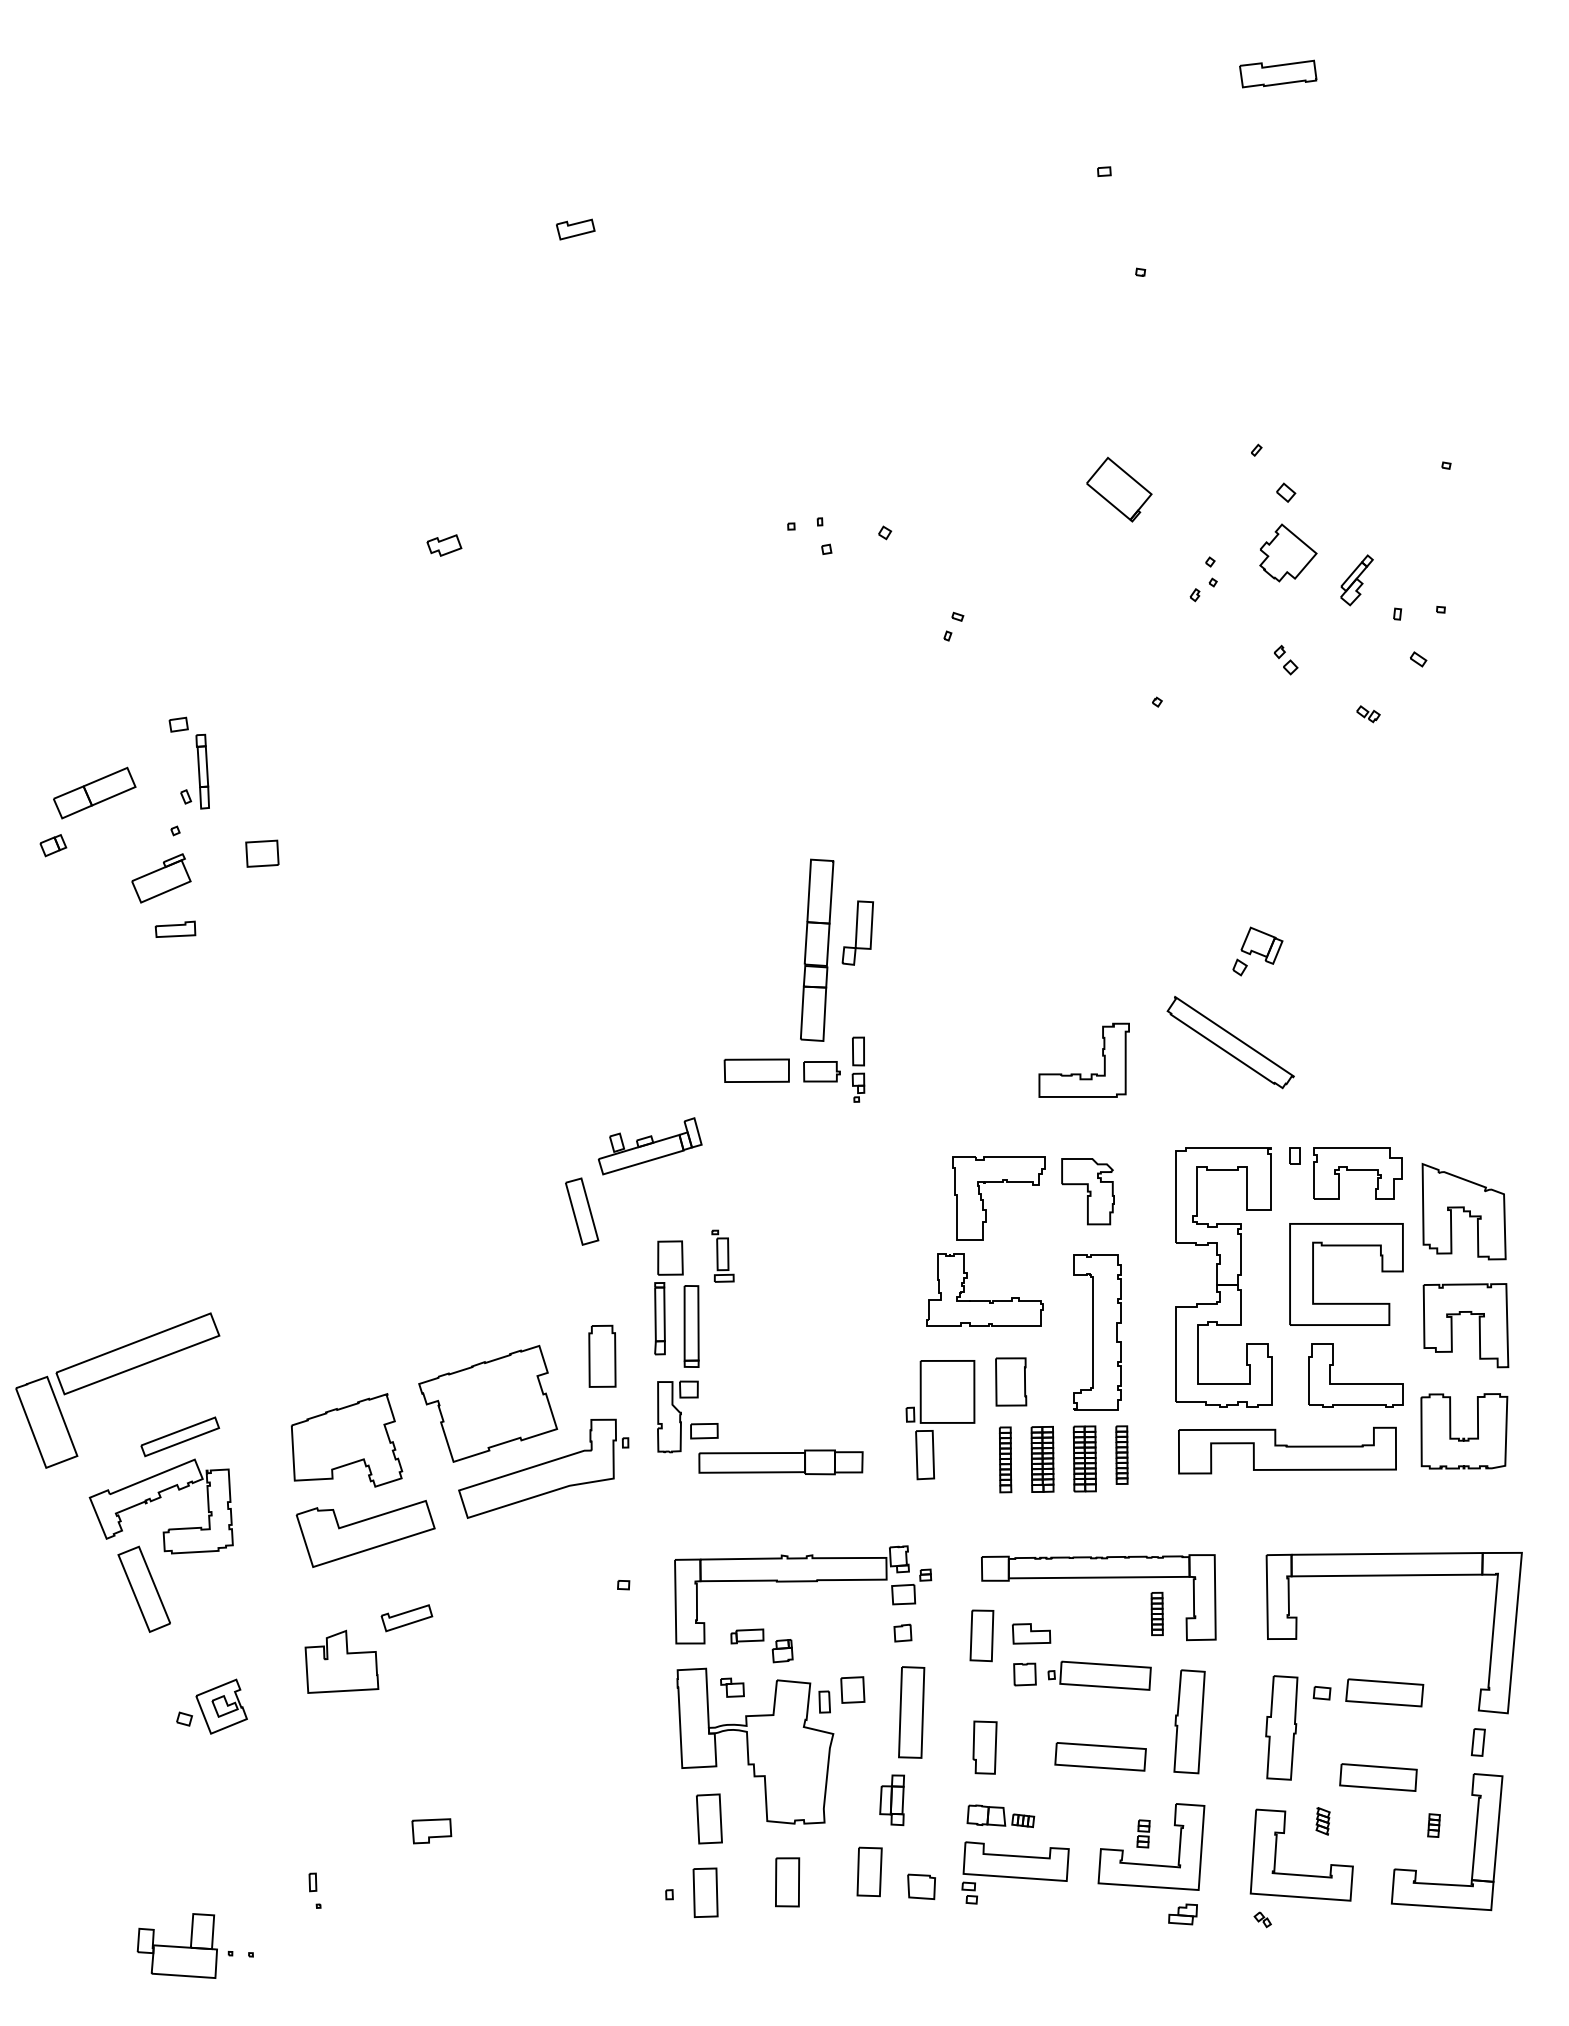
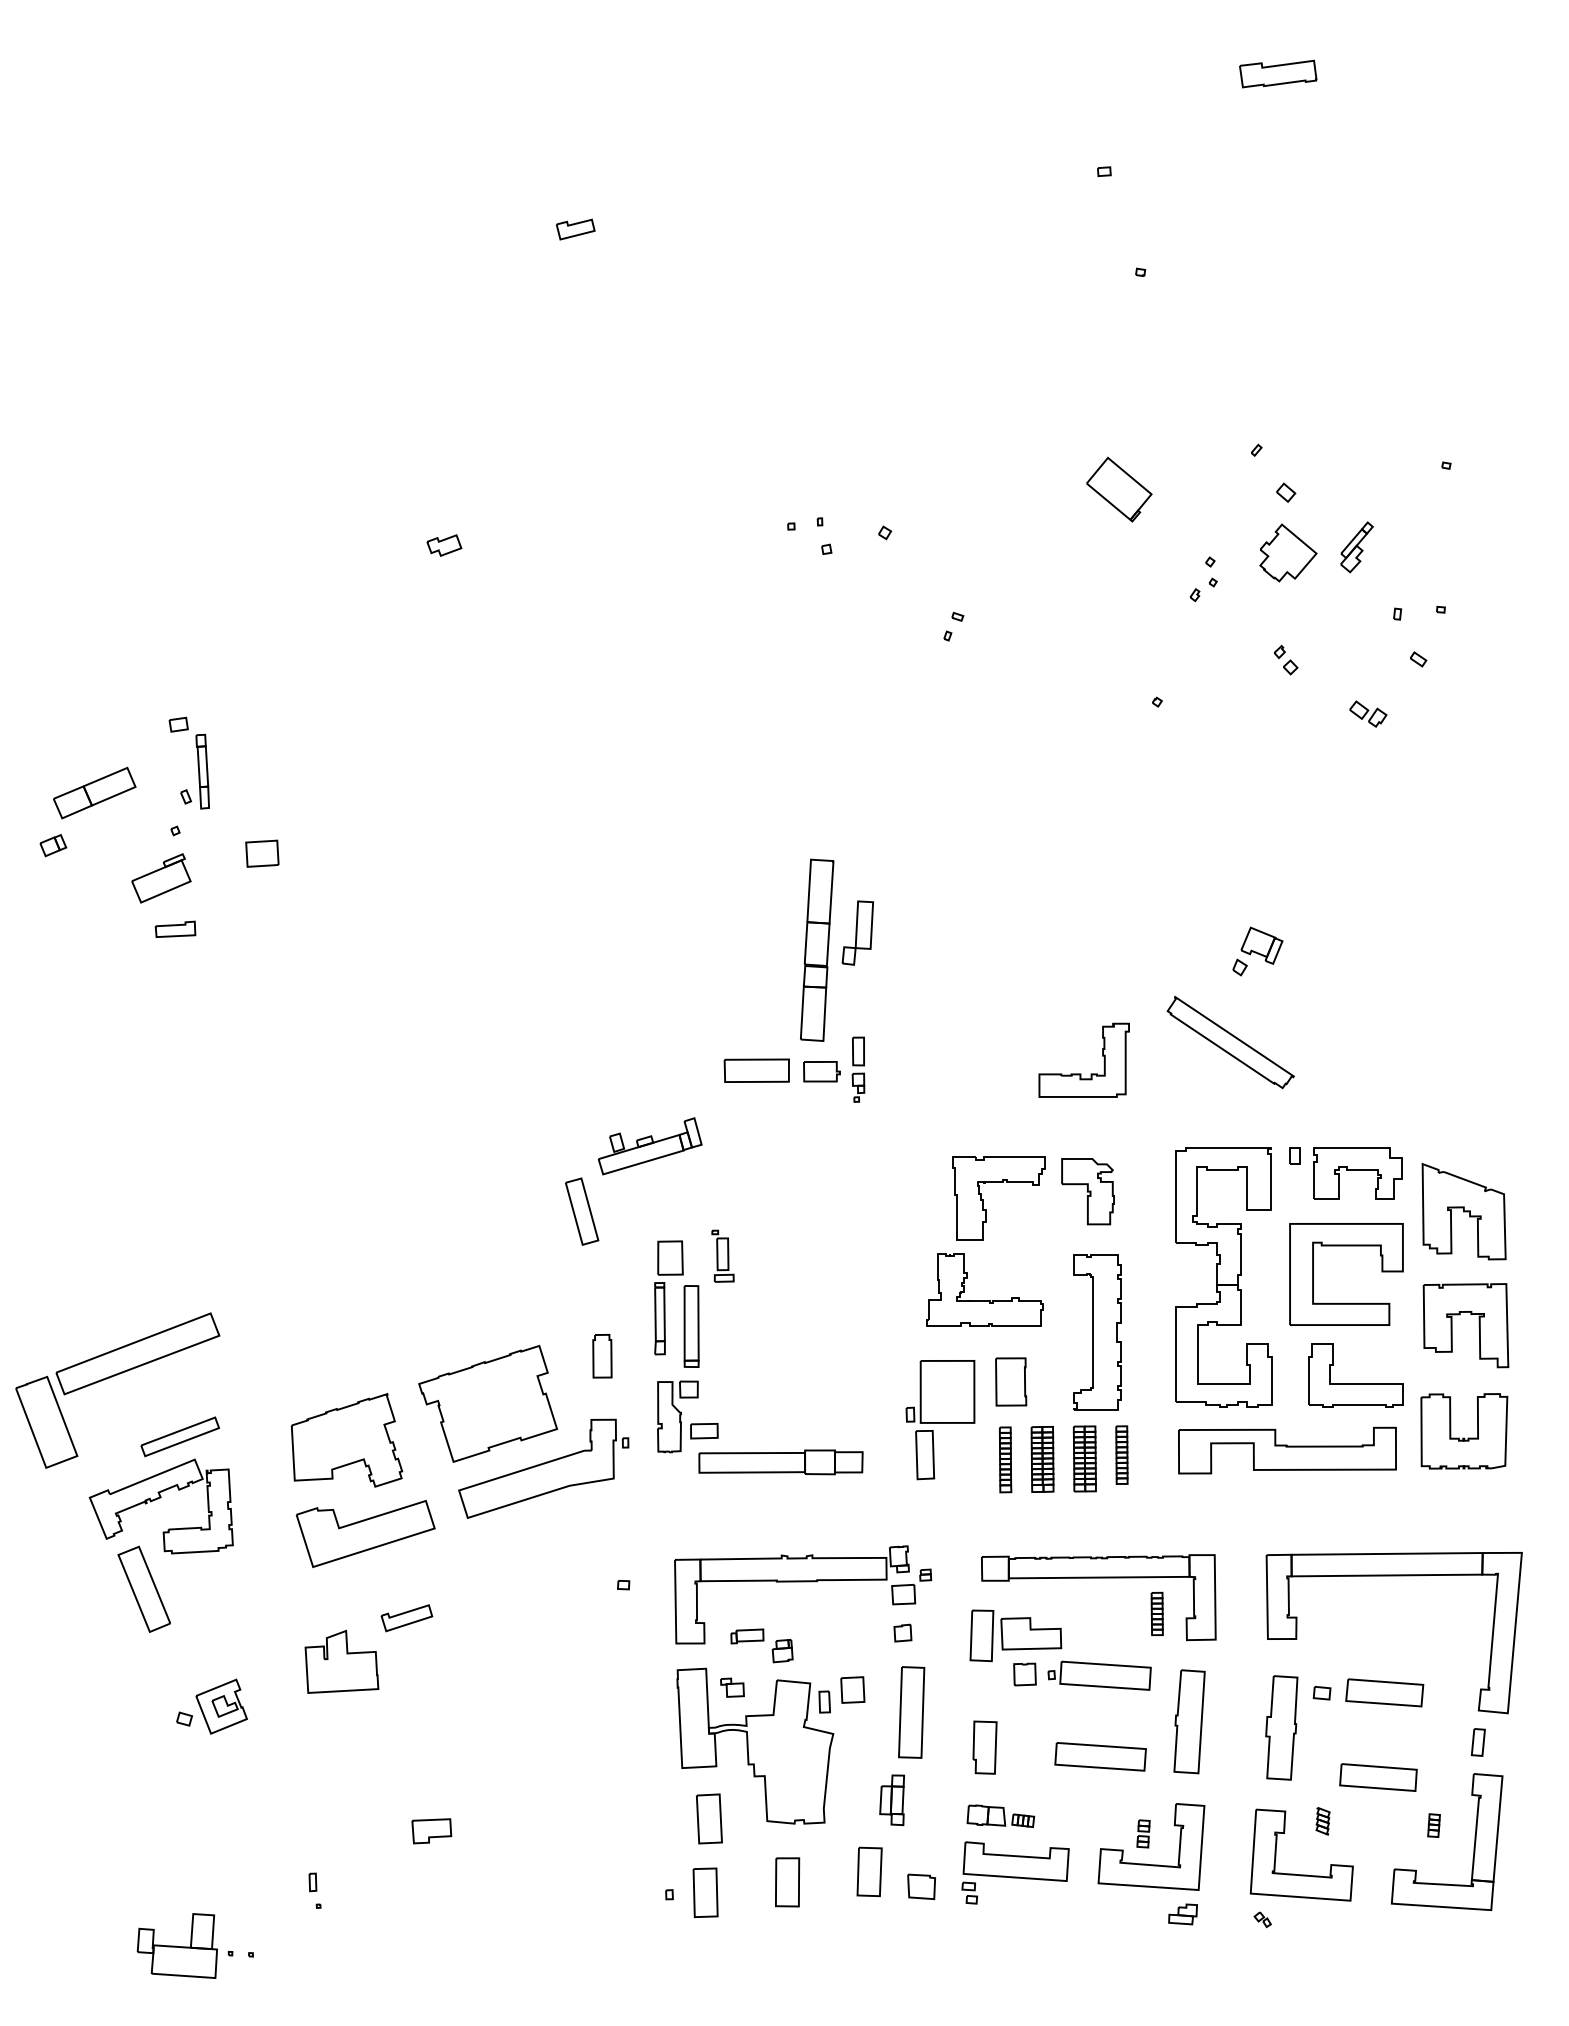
part at (1356, 580) position: (1356, 580) -> (1356, 547)
part at (1368, 714) size: 25x19 px -> 39x28 px
part at (602, 1355) size: 29x64 px -> 21x45 px
part at (1031, 1633) size: 40x22 px -> 63x34 px
